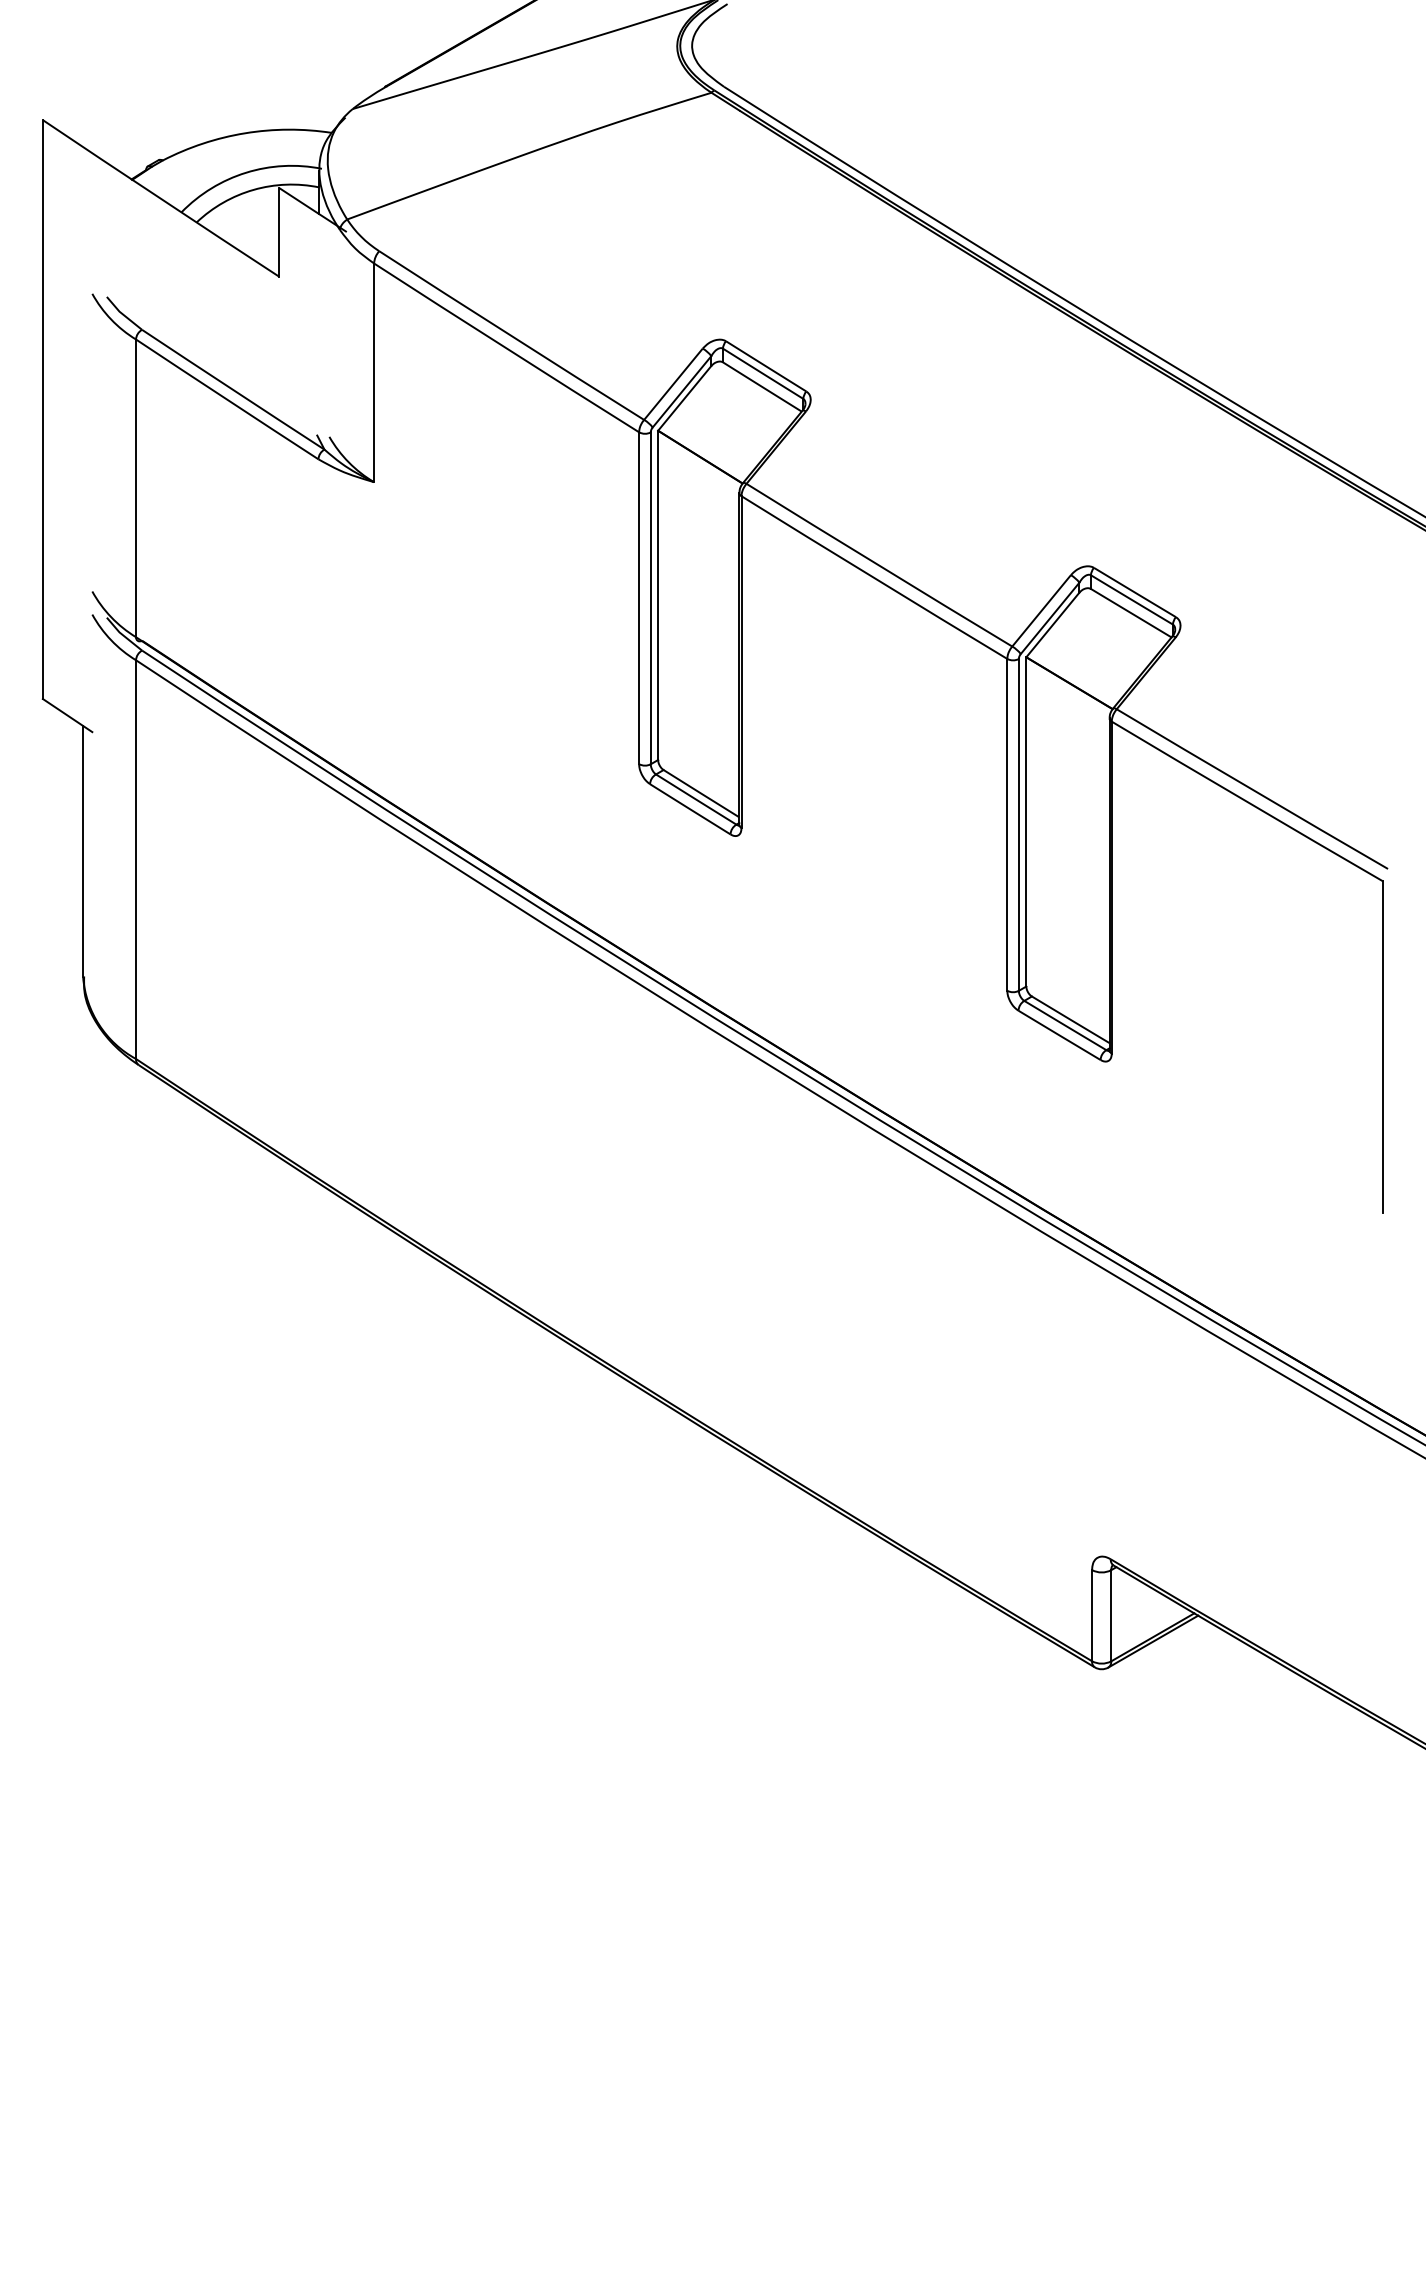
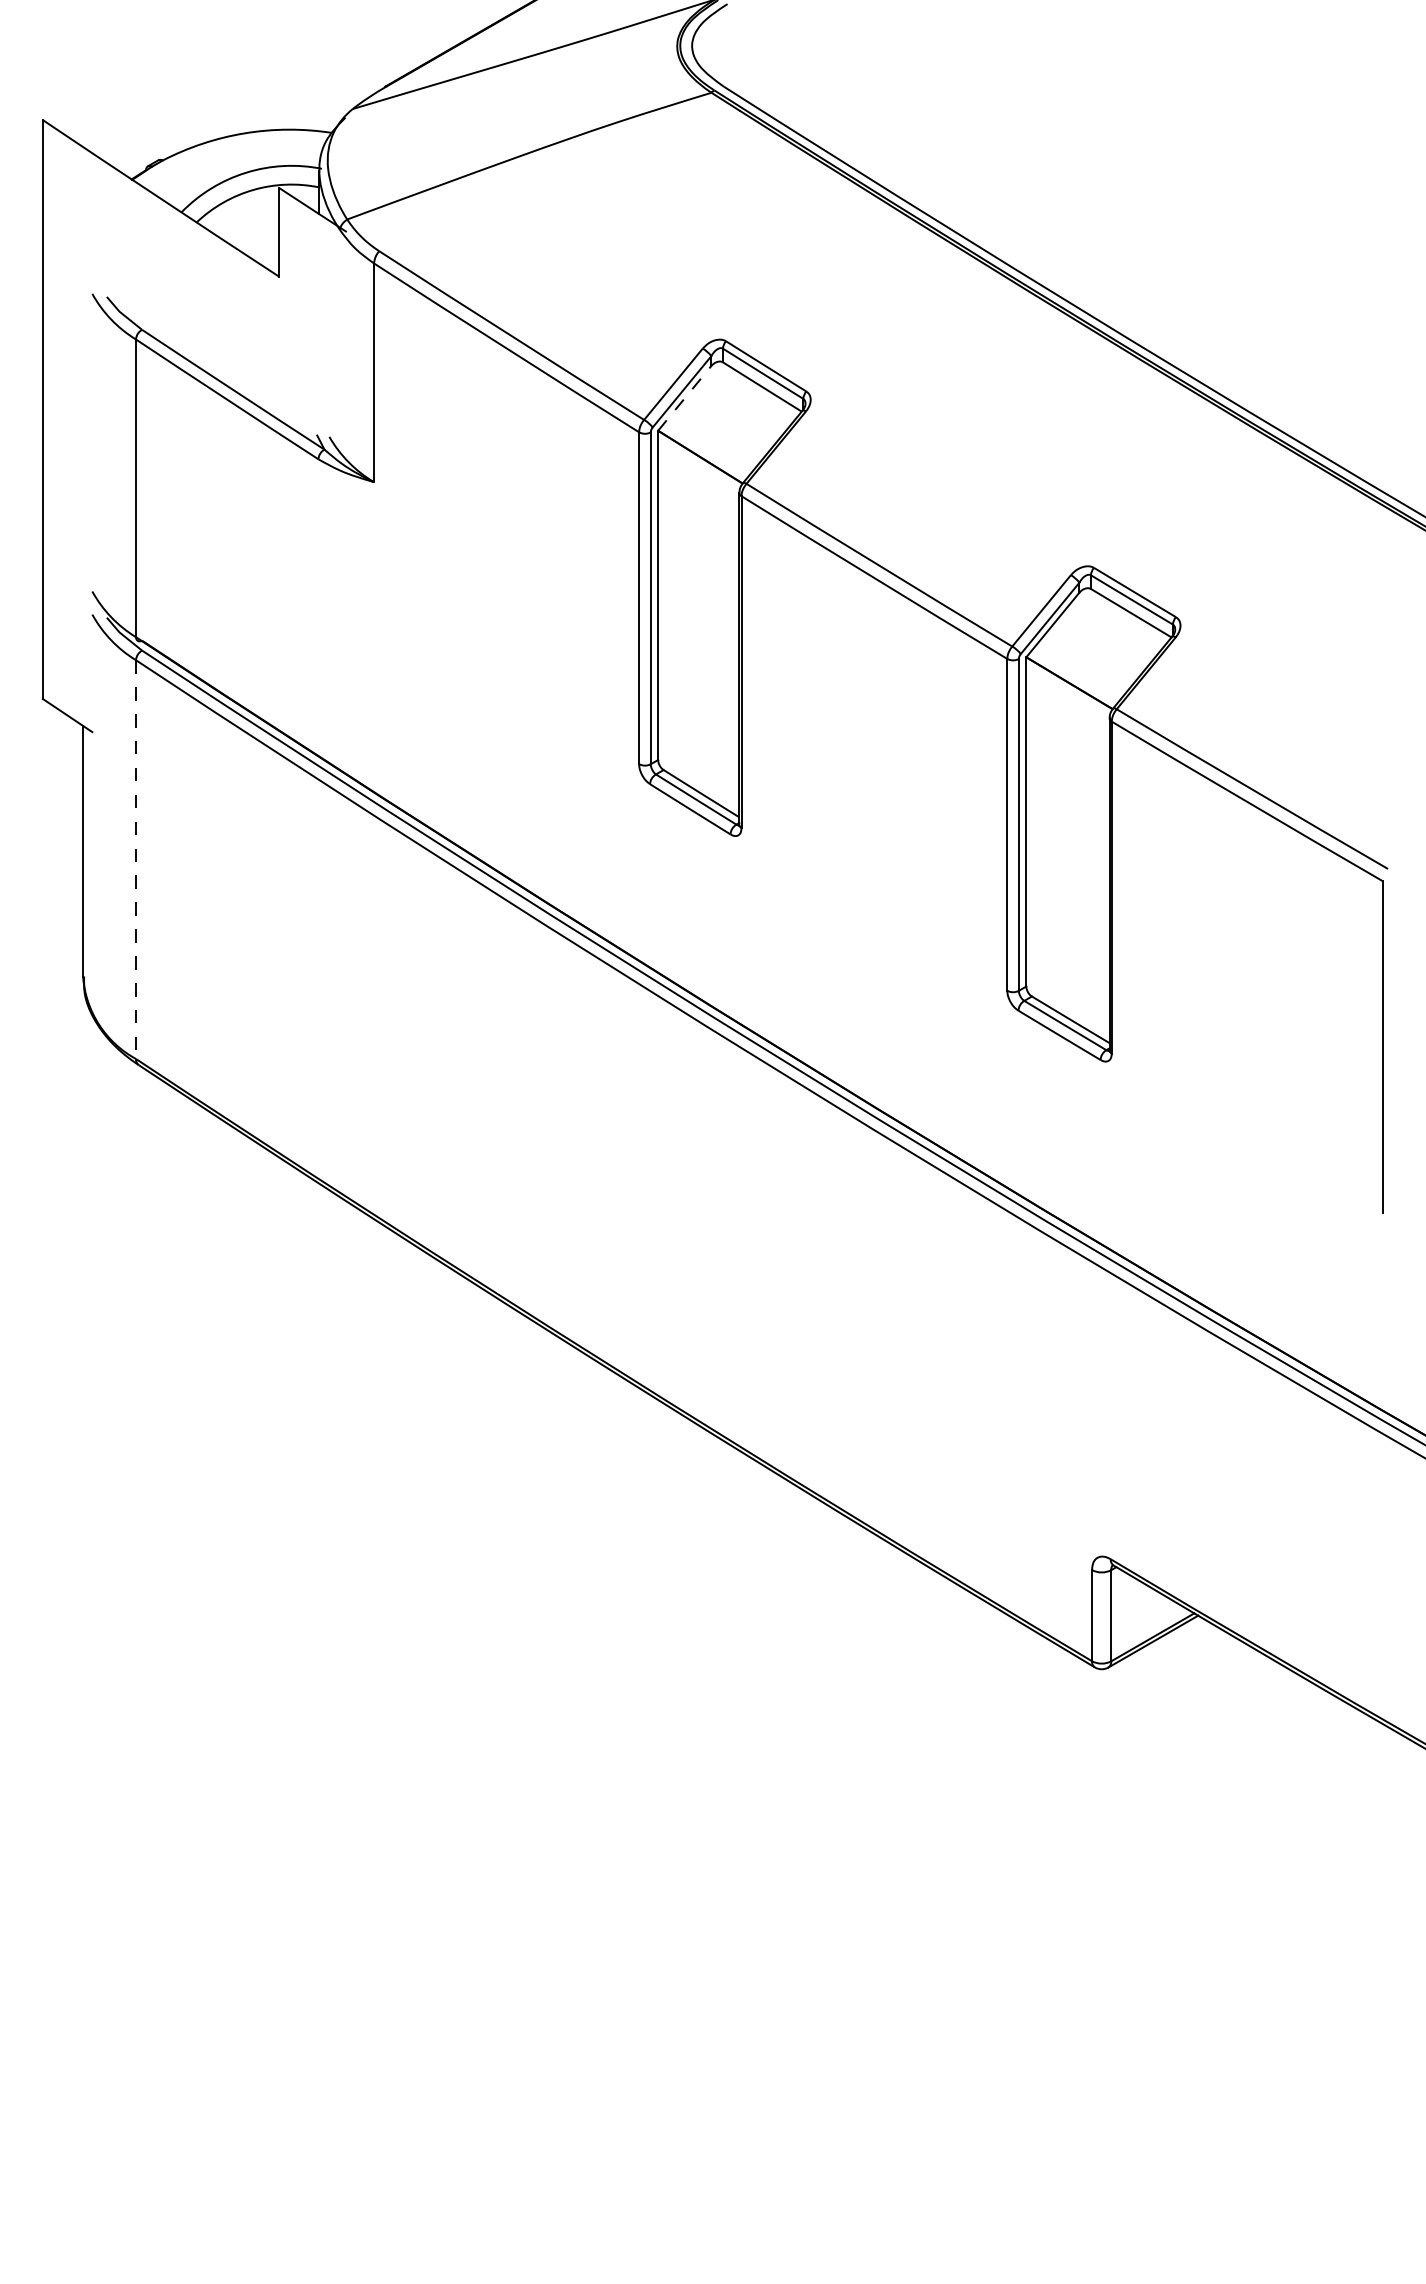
line at (684, 398): solid -> dashed
line at (136, 860): solid -> dashed
